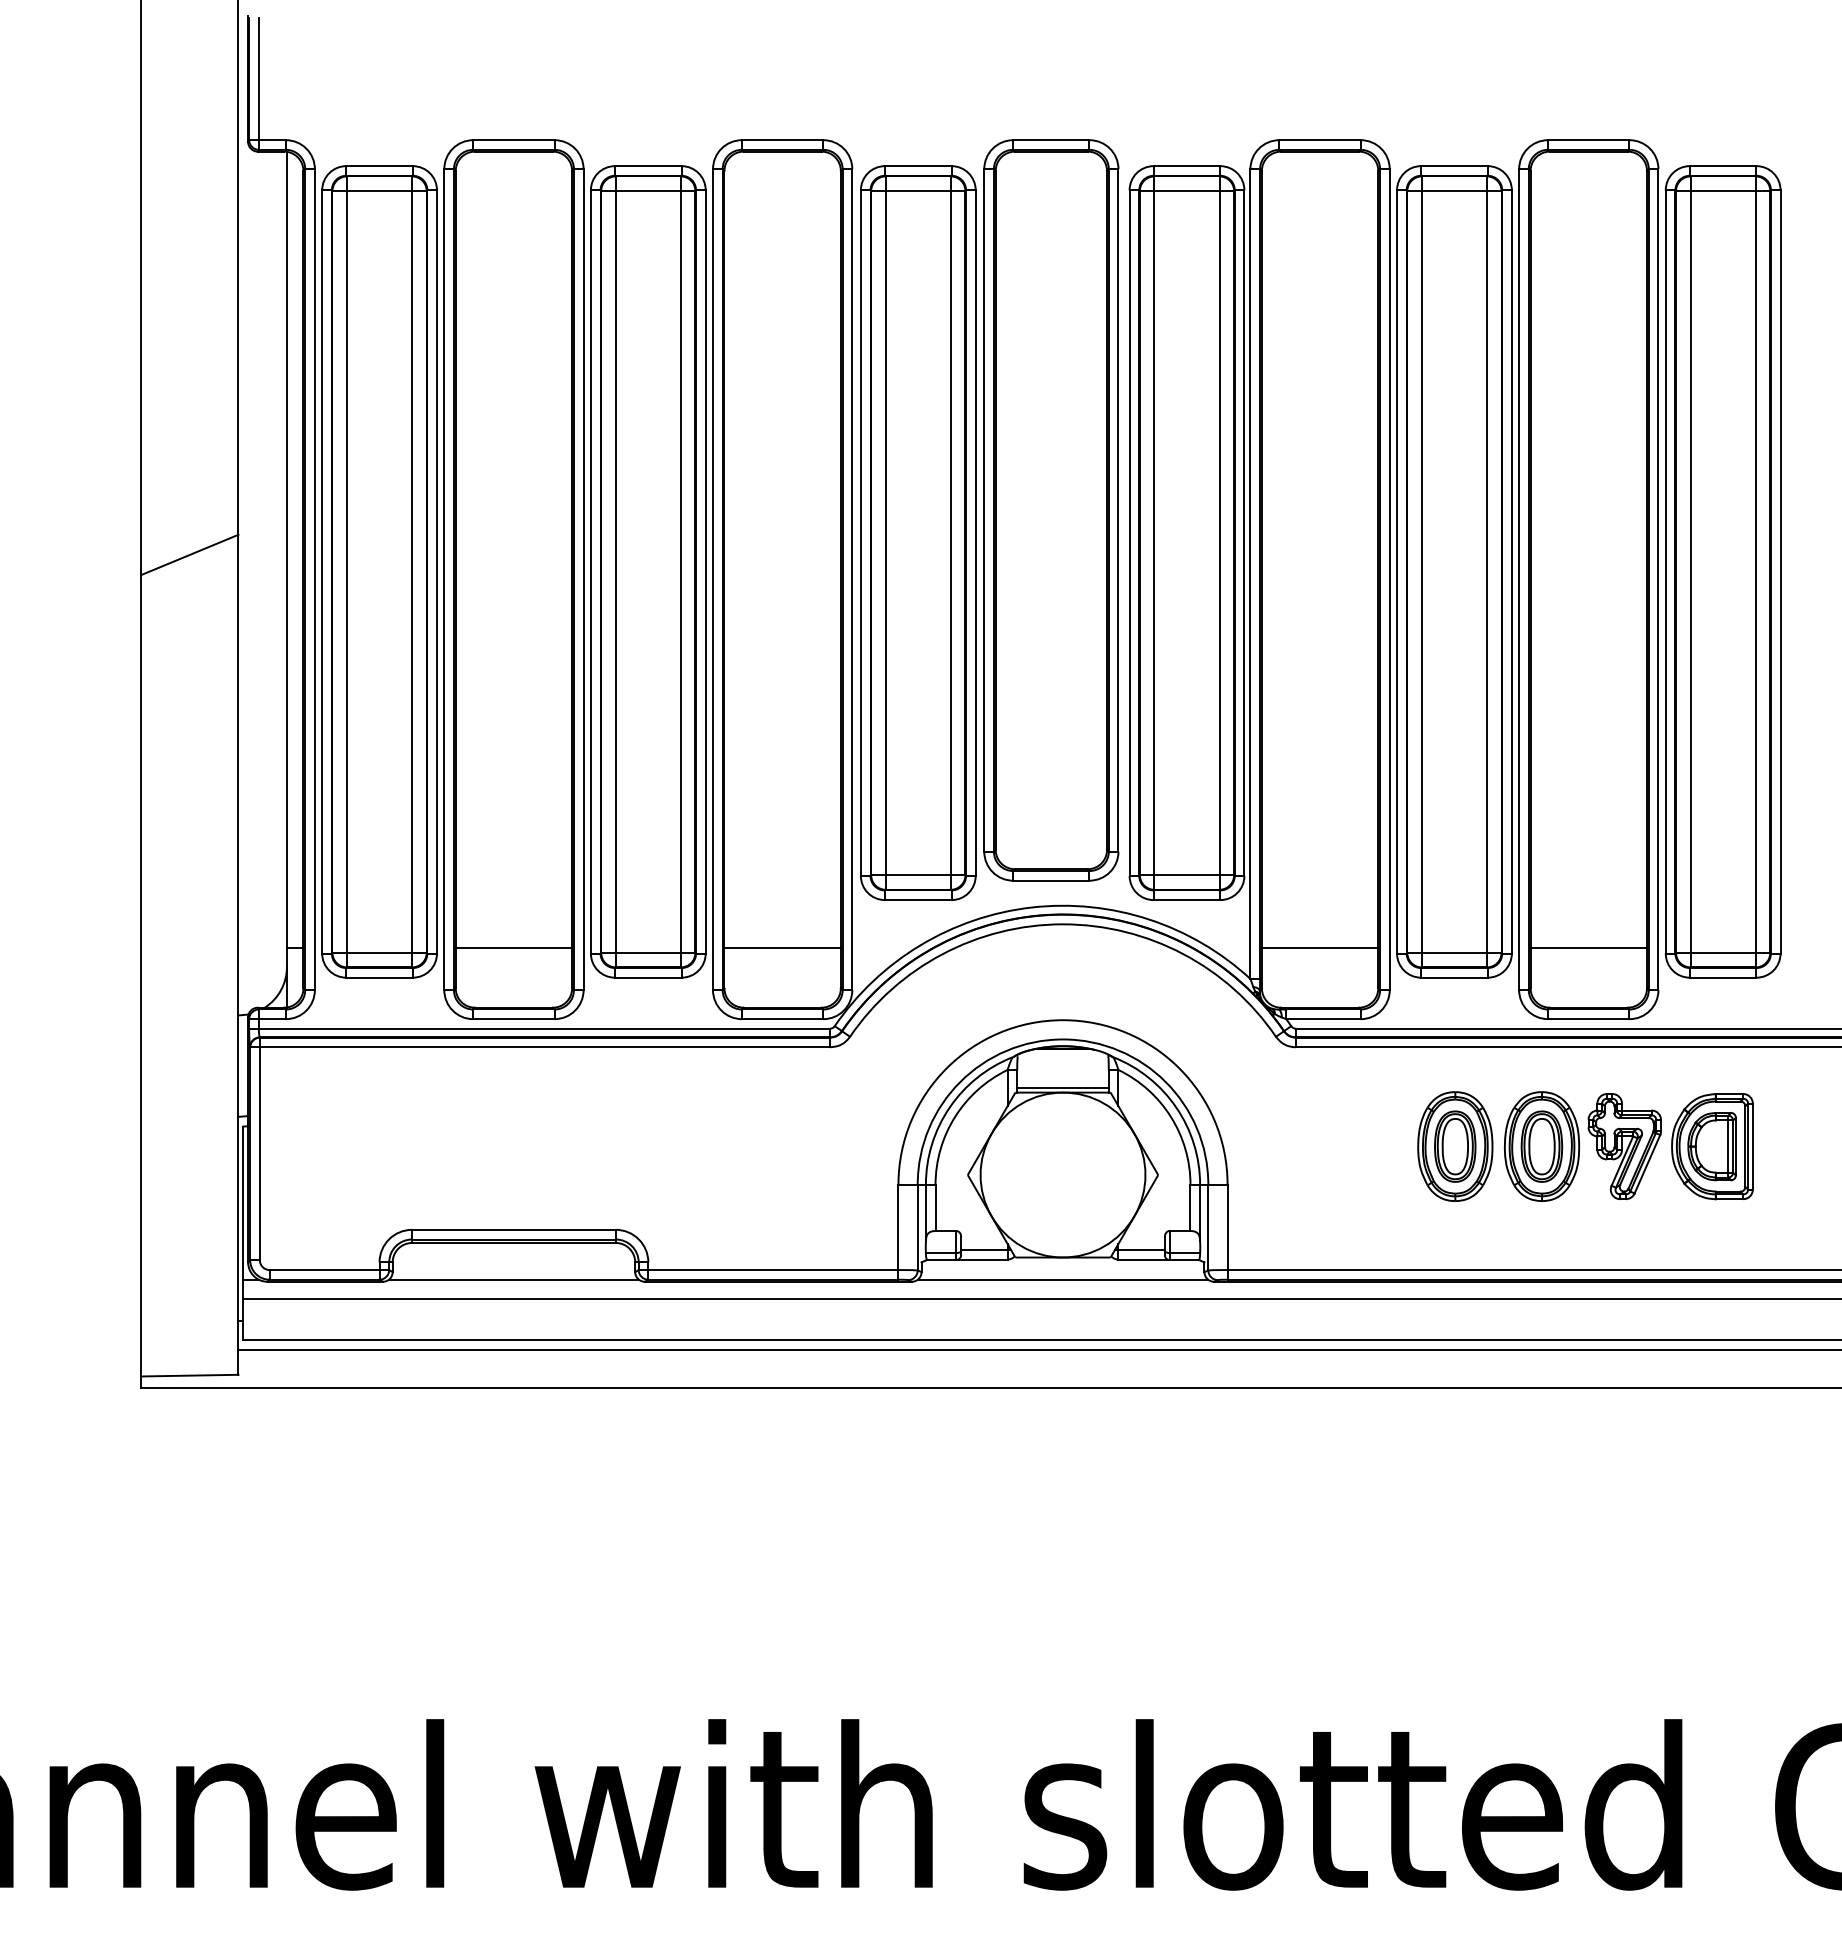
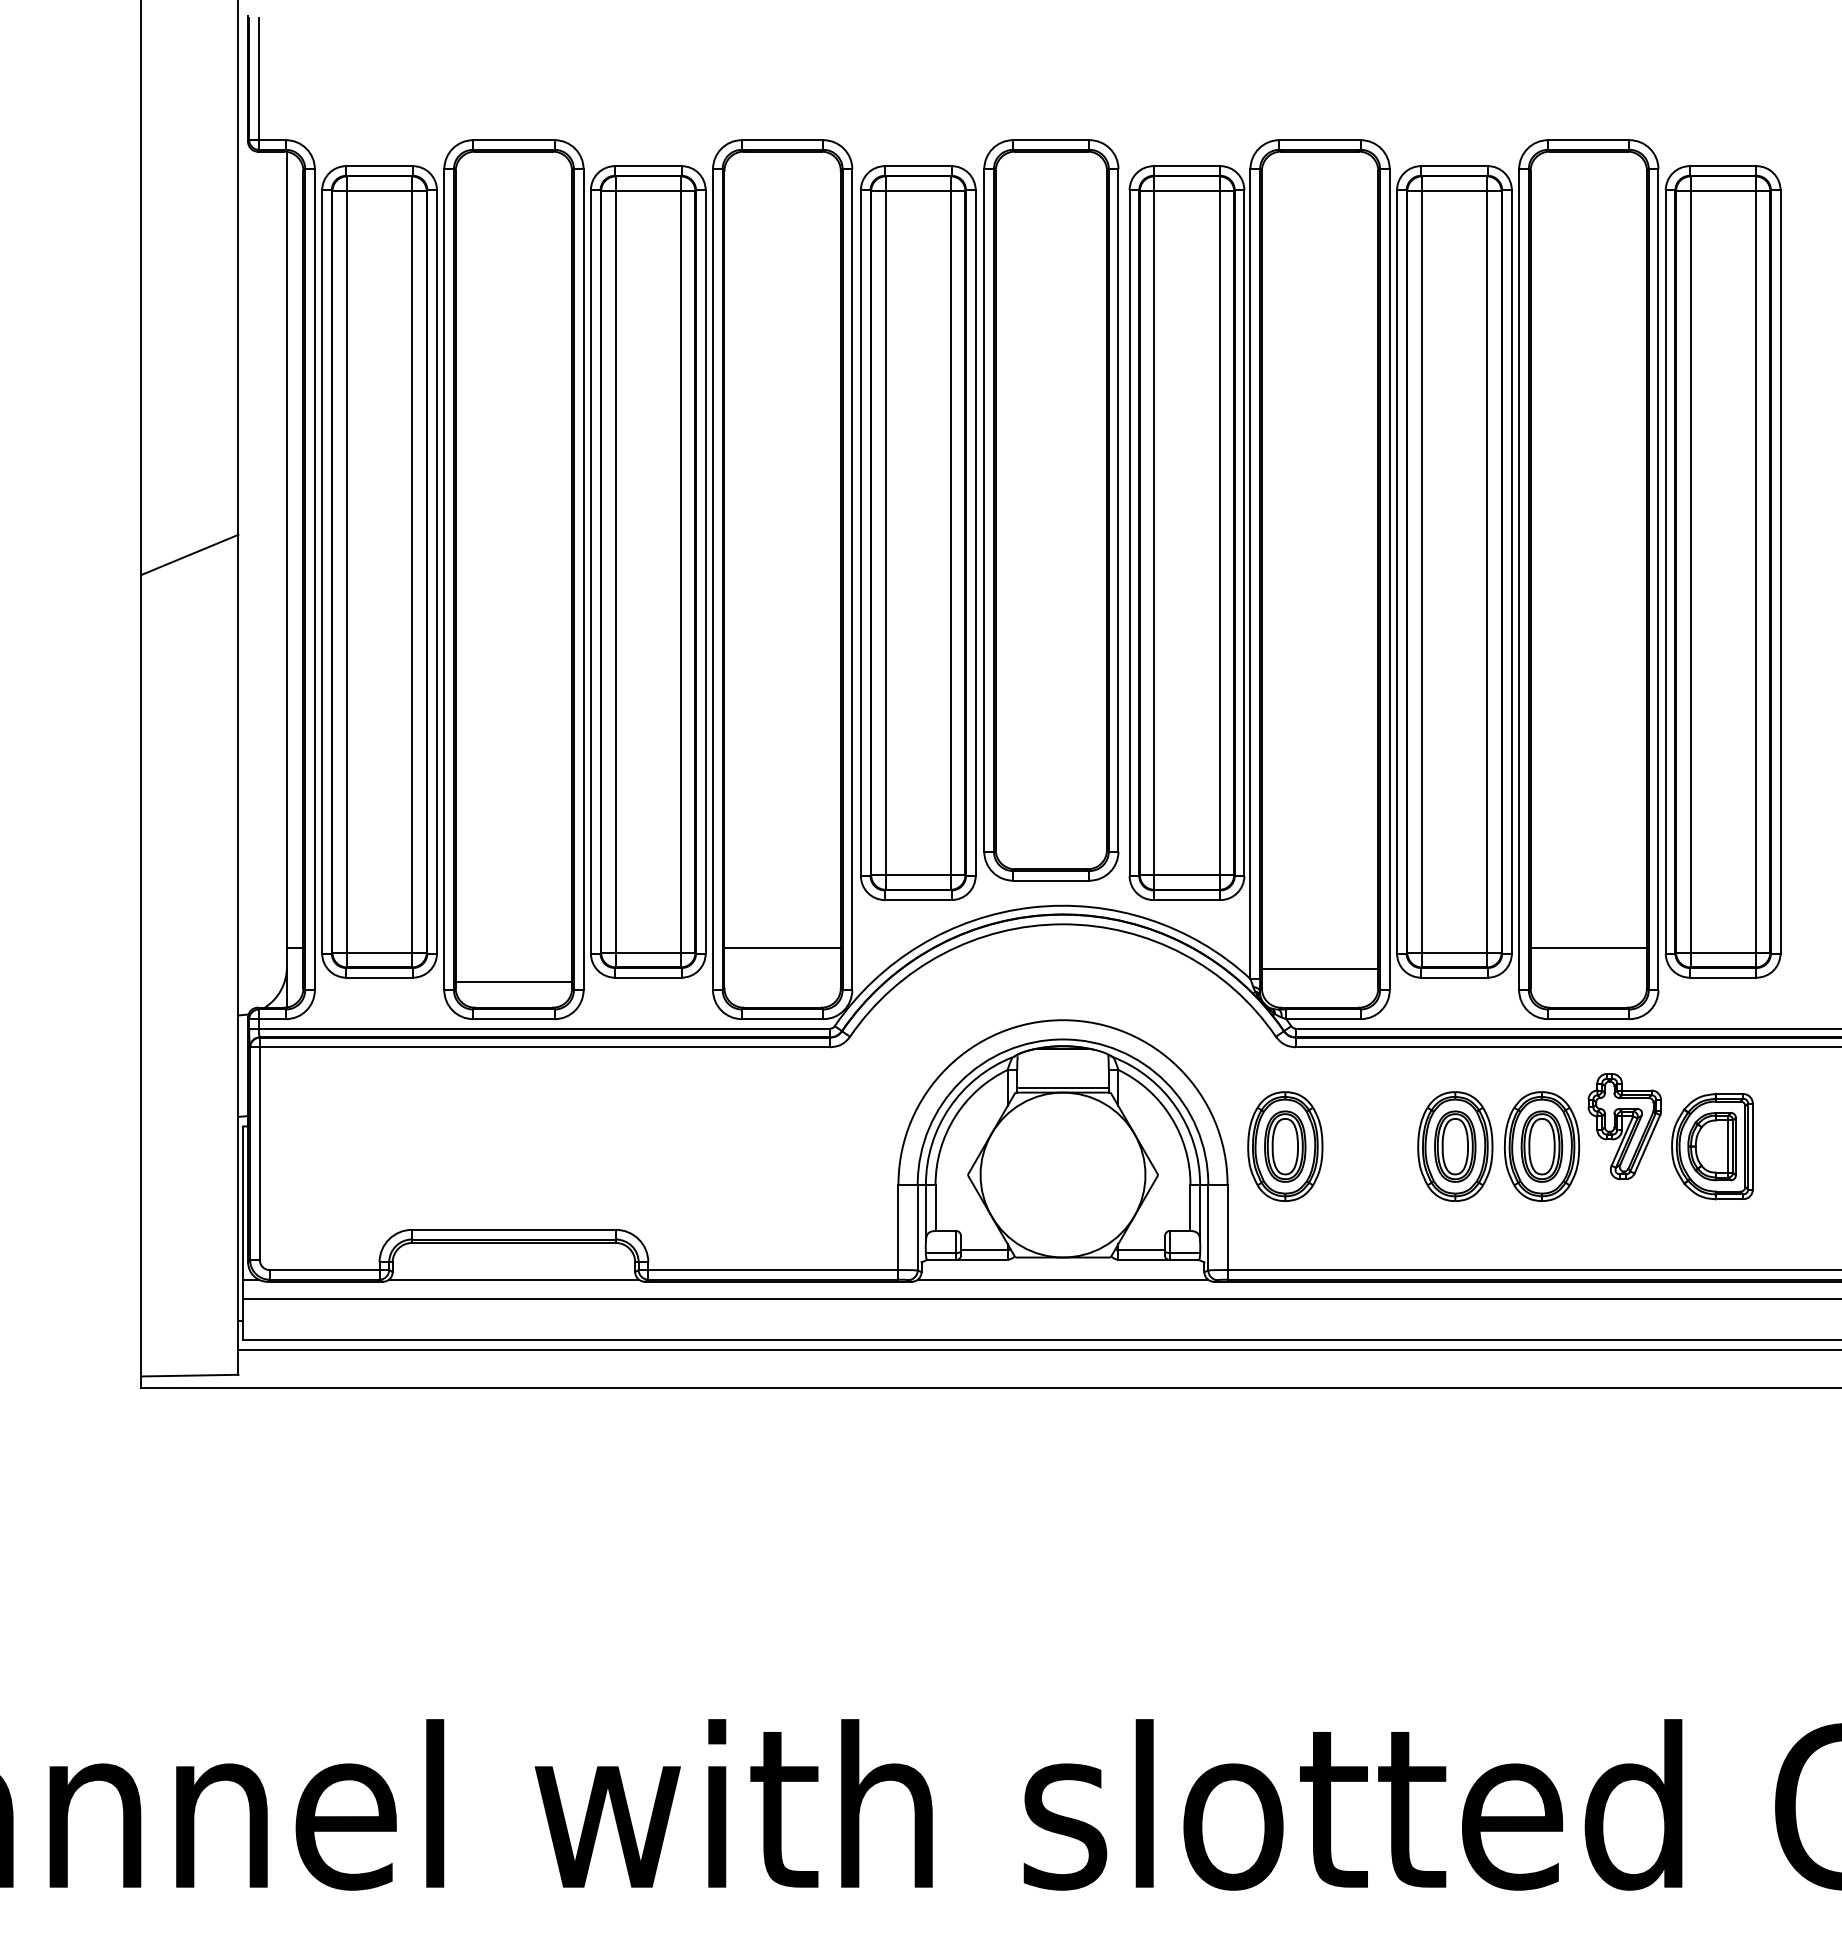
line at (513, 947) position: (513, 947) -> (513, 981)
line at (1319, 947) position: (1319, 947) -> (1319, 968)
part at (1285, 1146): none -> present
part at (1624, 1146) position: (1624, 1146) -> (1624, 1126)
